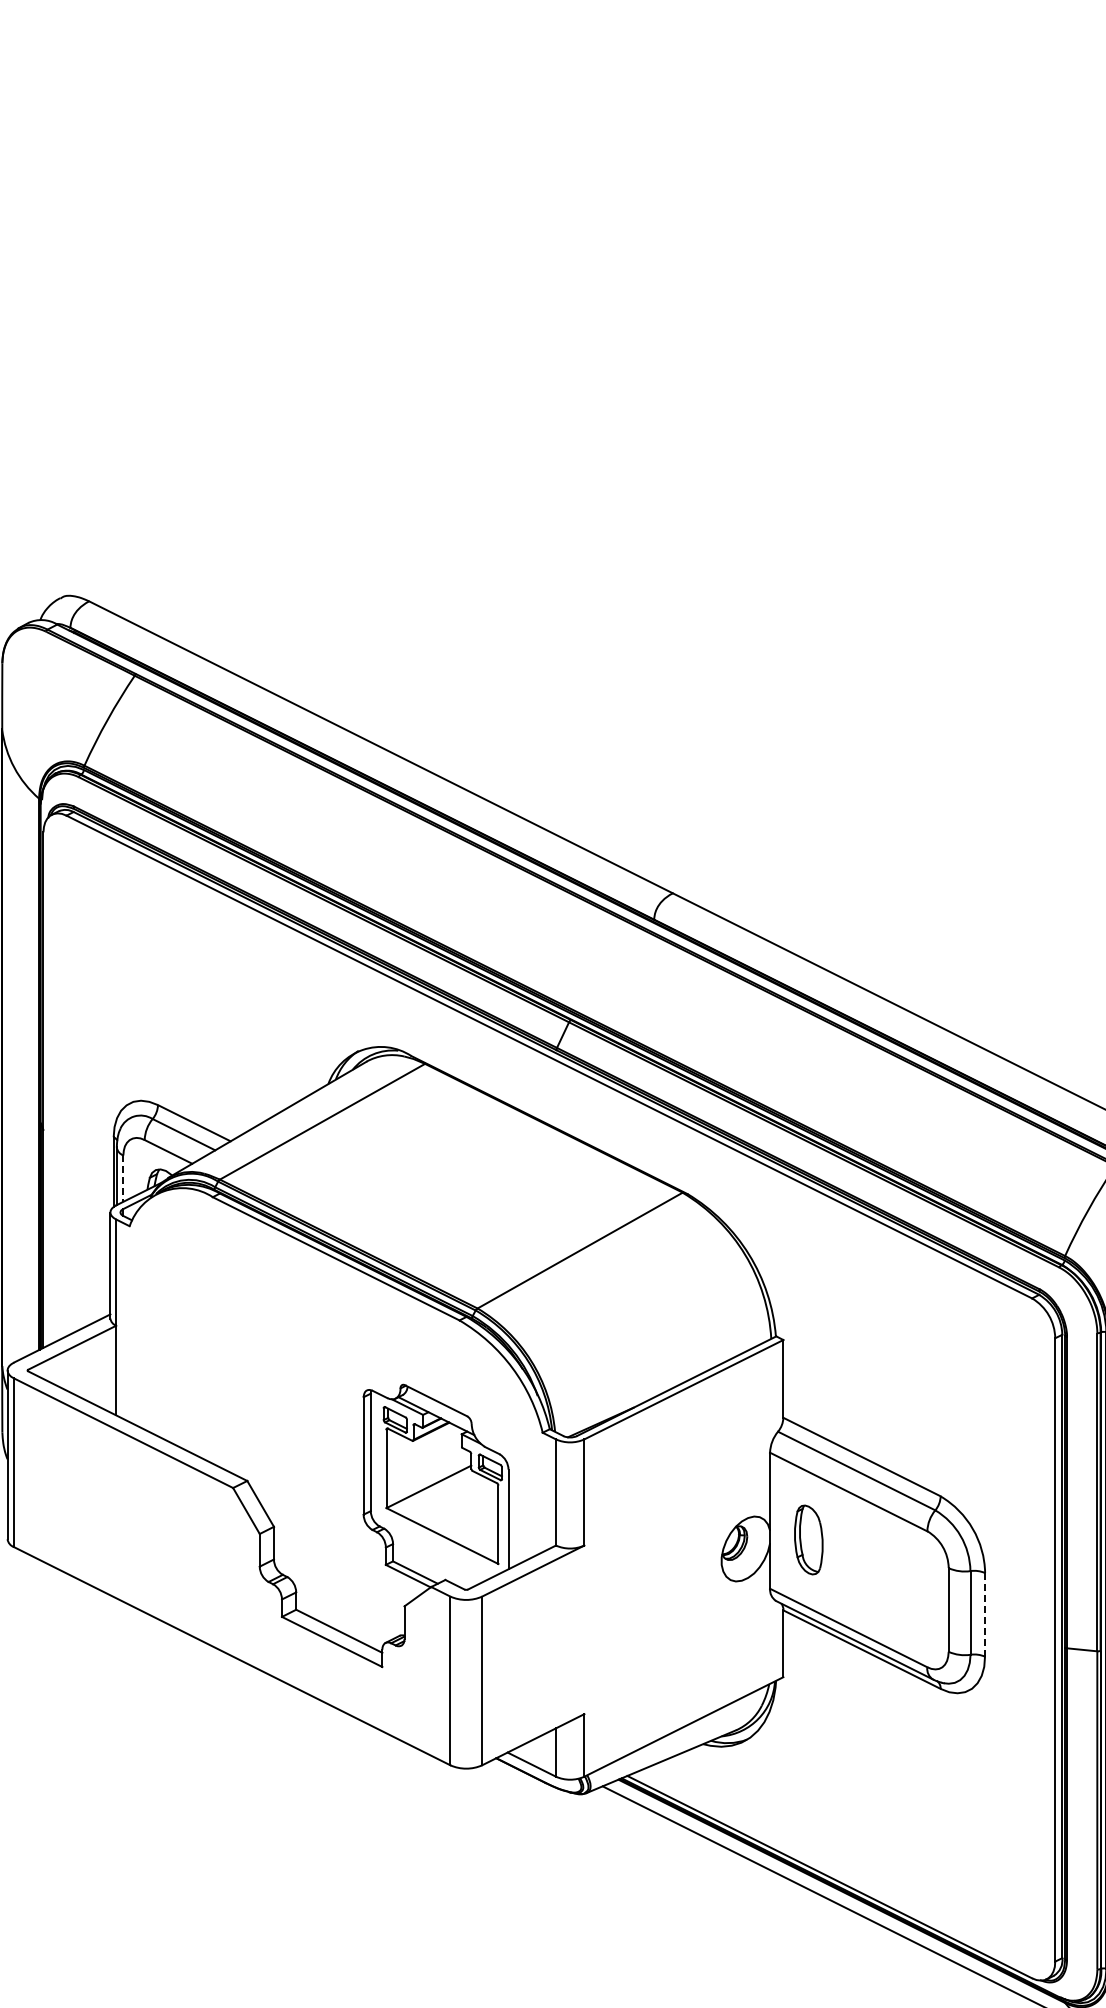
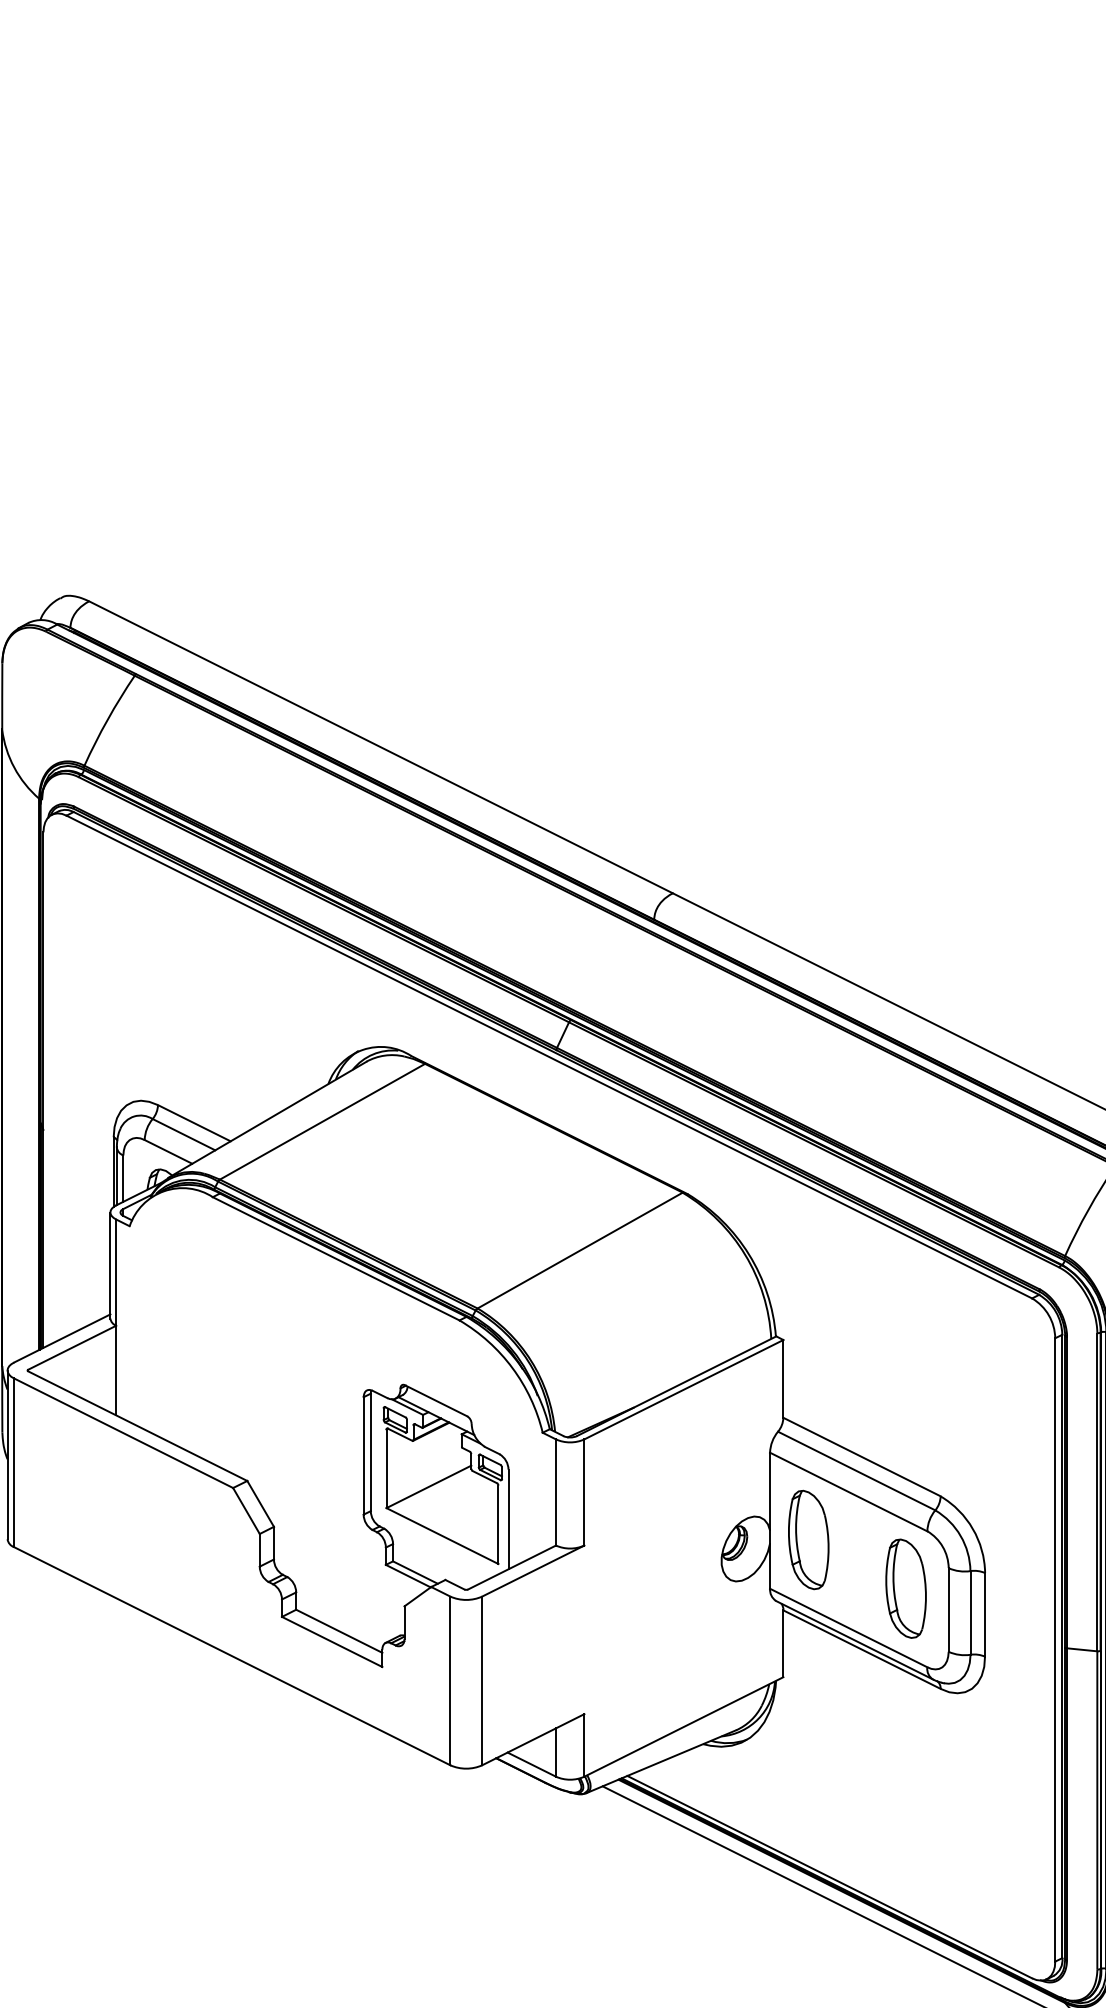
line at (123, 1179): dashed -> solid
part at (808, 1539) size: 30x72 px -> 42x102 px
part at (905, 1588): none -> present
line at (985, 1614): dashed -> solid
